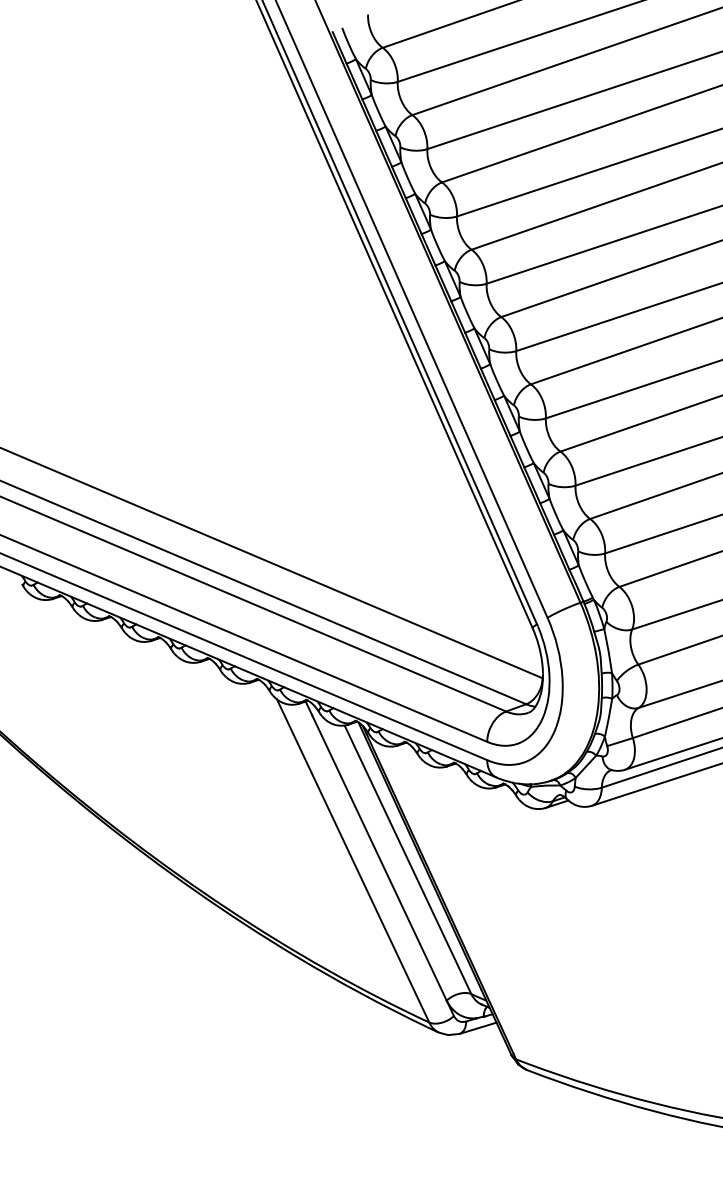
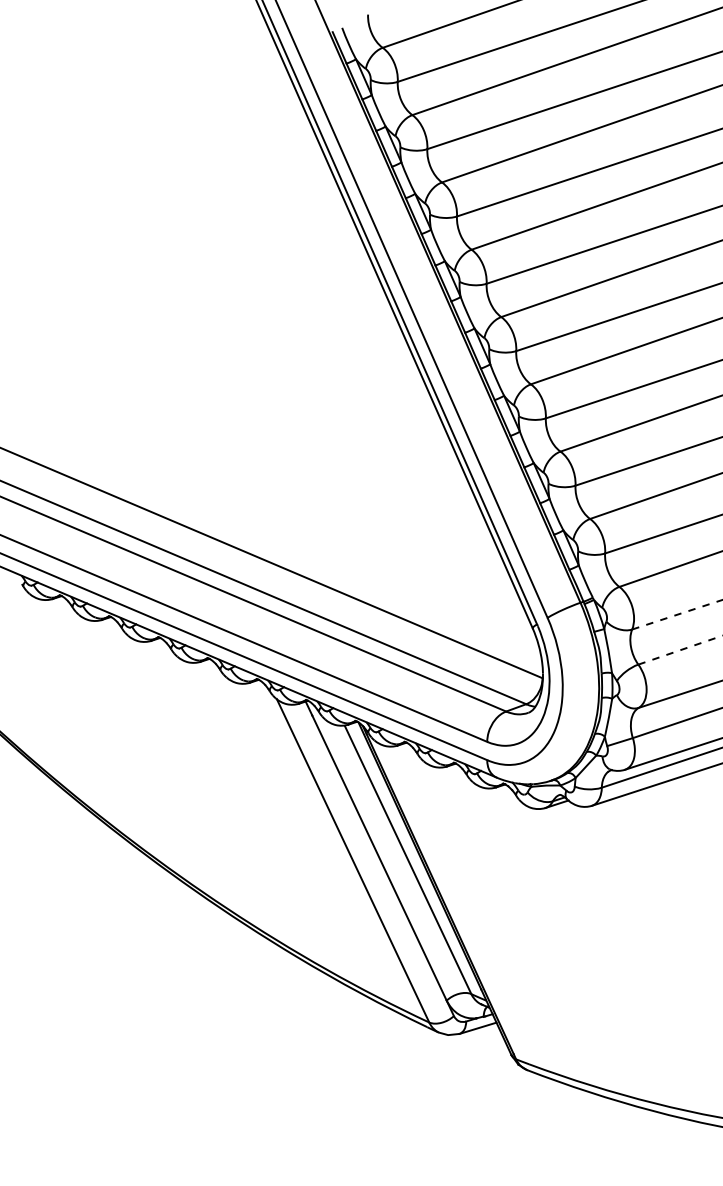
line at (677, 614): solid -> dashed
line at (680, 650): solid -> dashed
